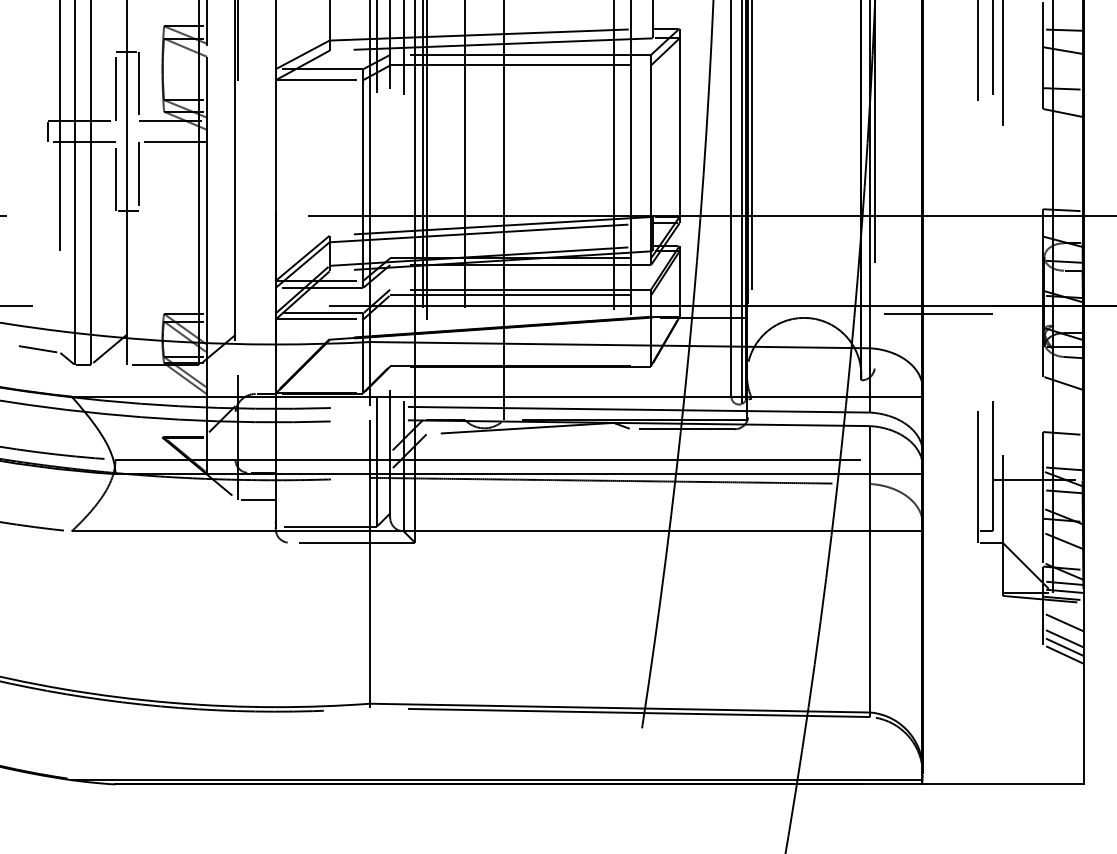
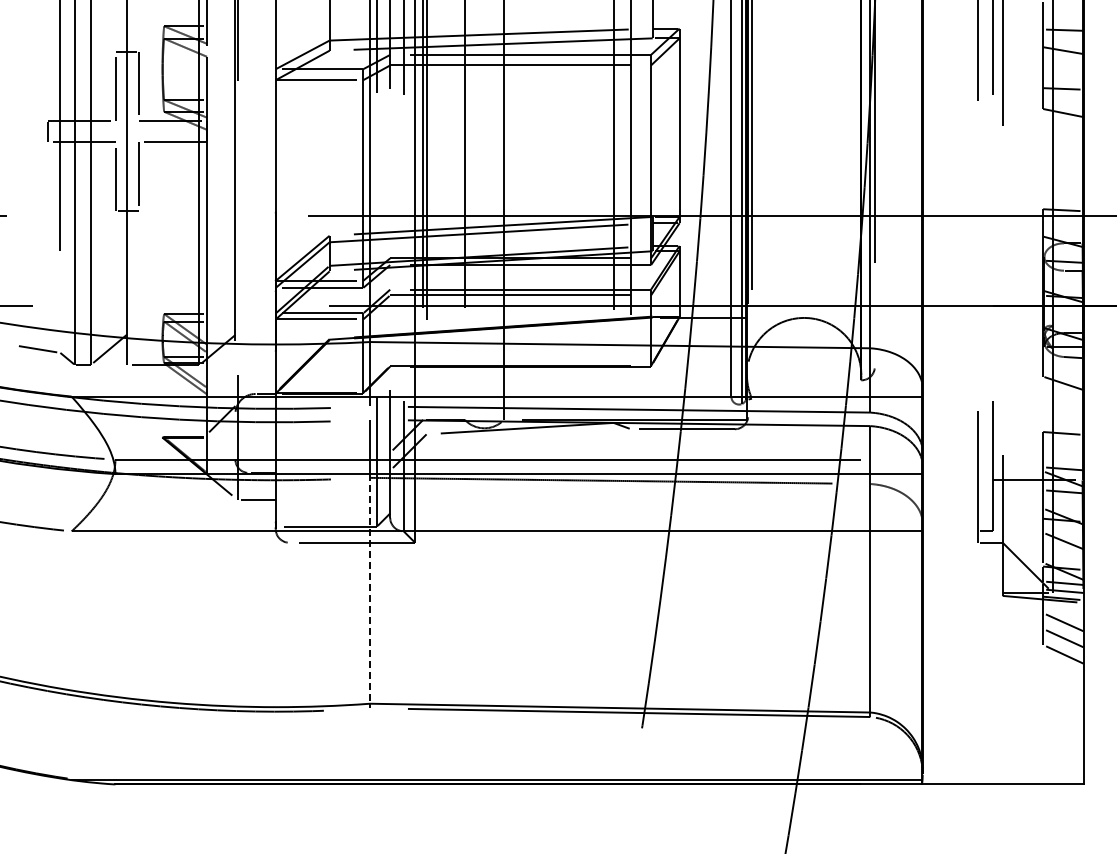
line at (933, 314): present -> none
line at (370, 588): solid -> dashed
line at (1063, 646): present -> none
